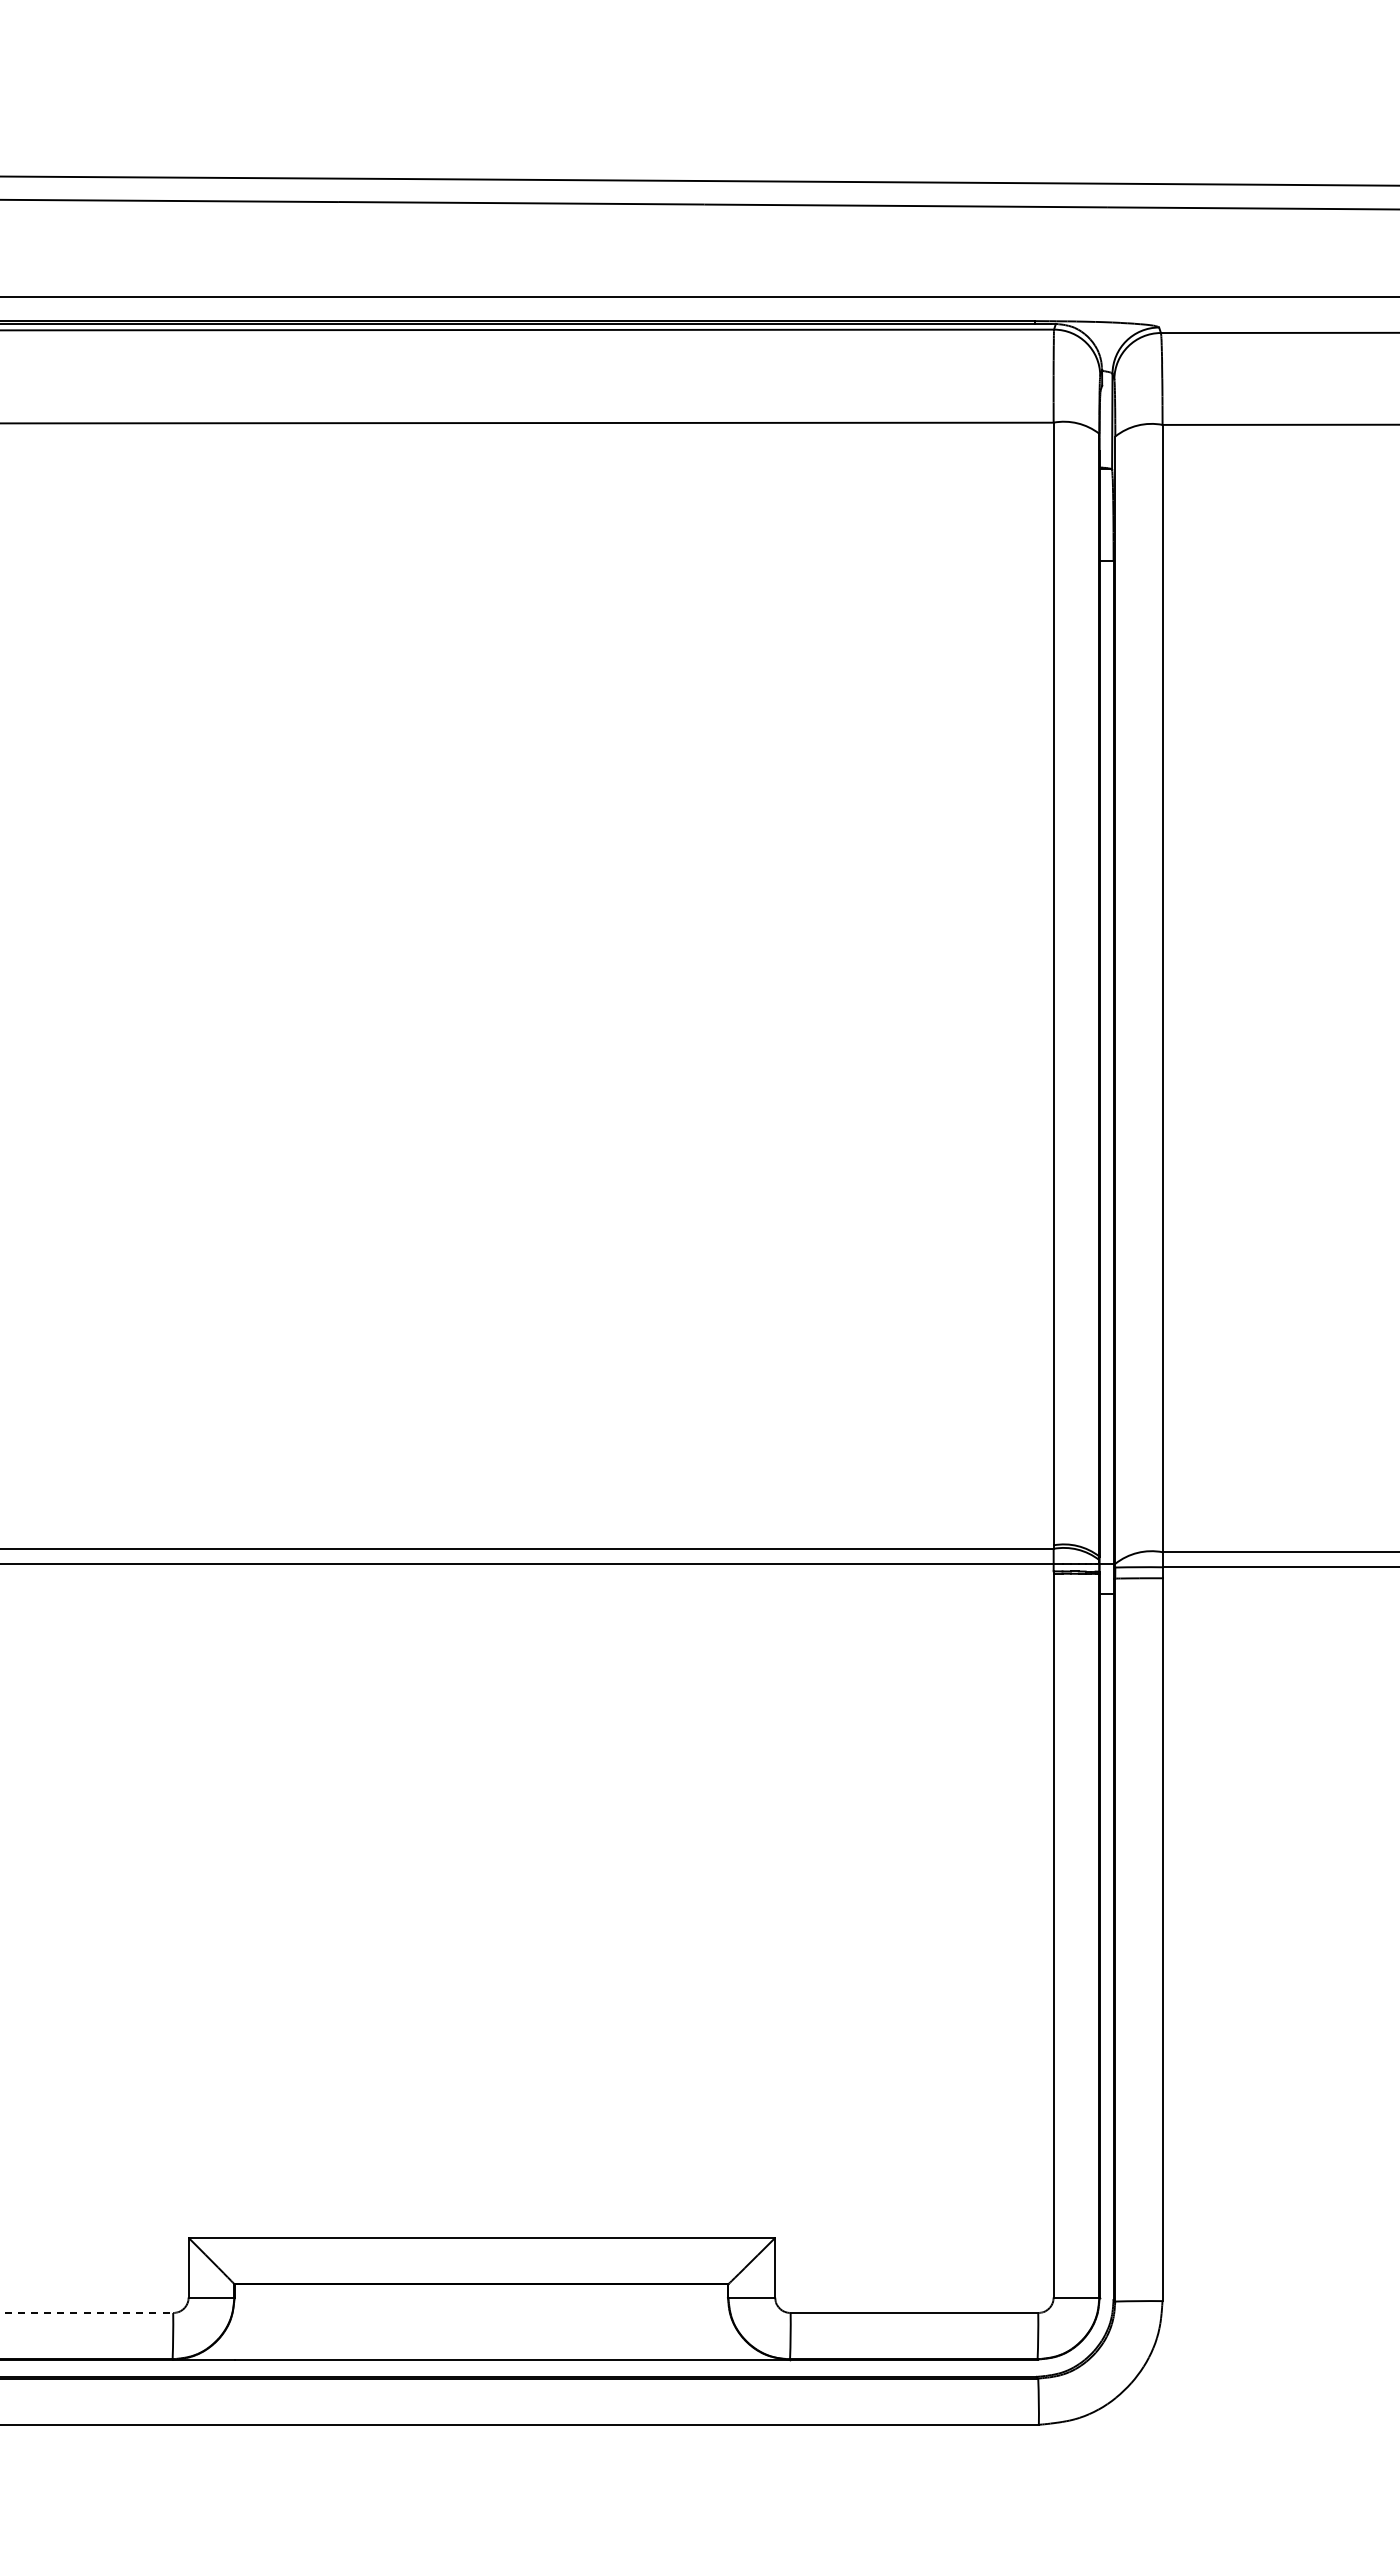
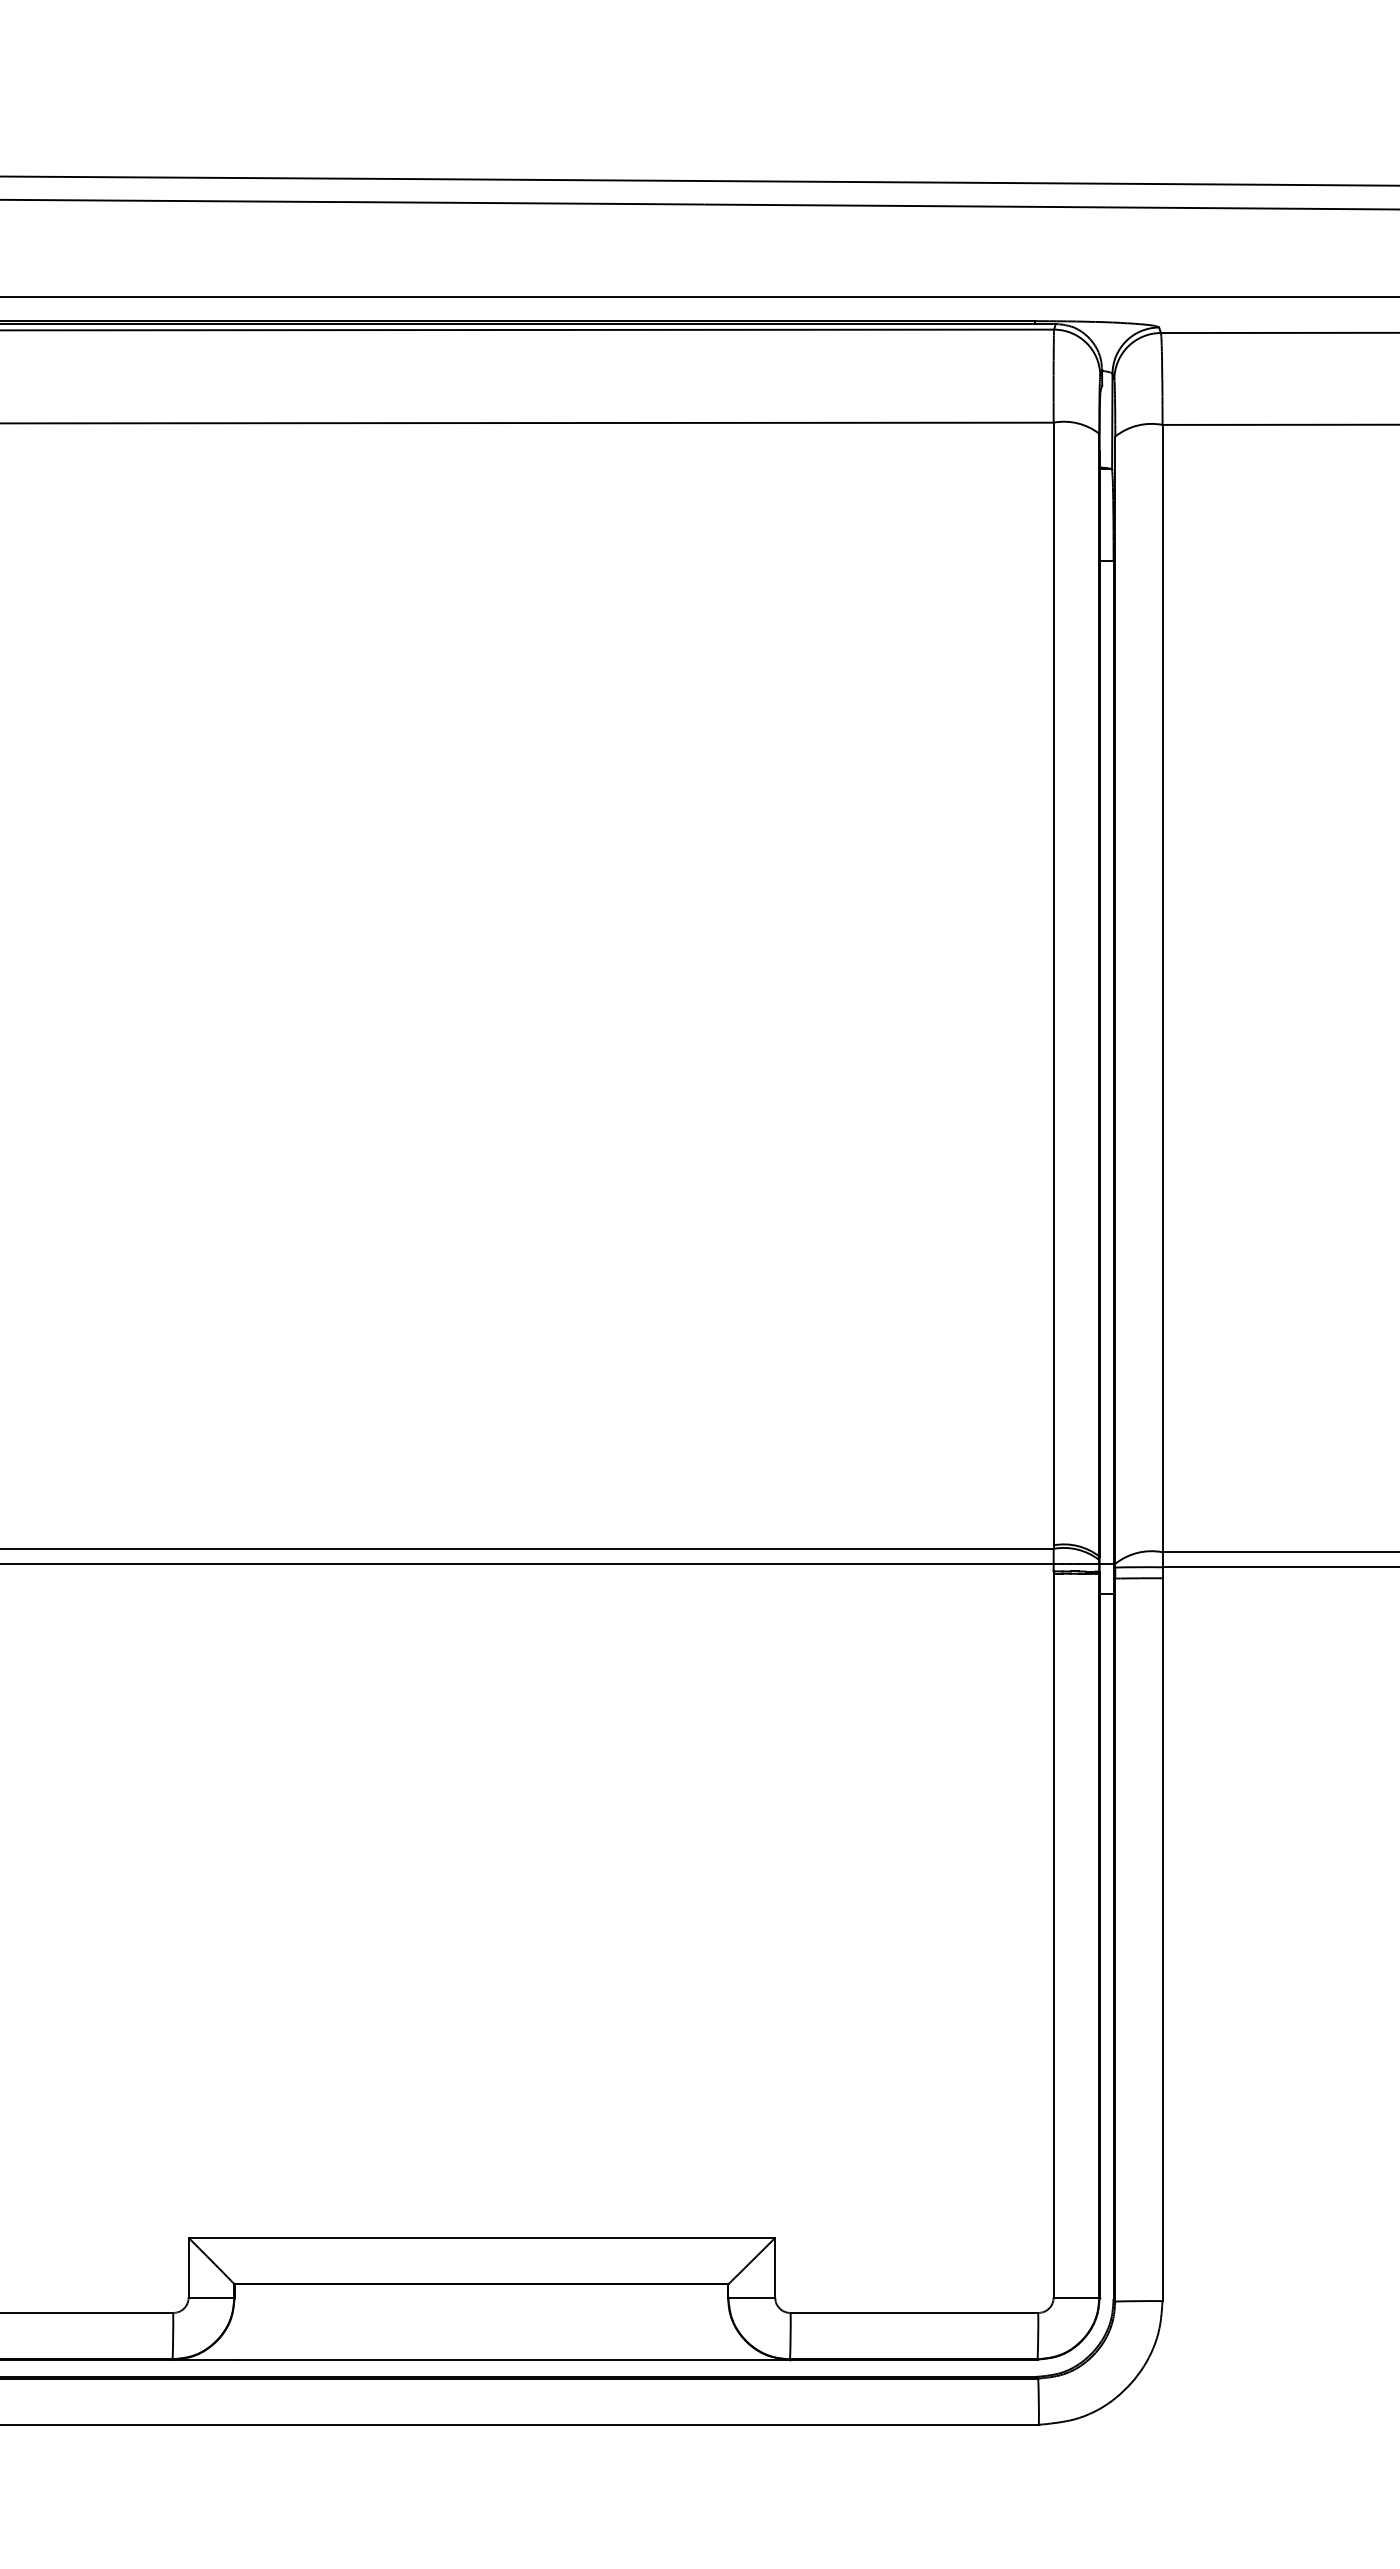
line at (87, 2312): dashed -> solid
